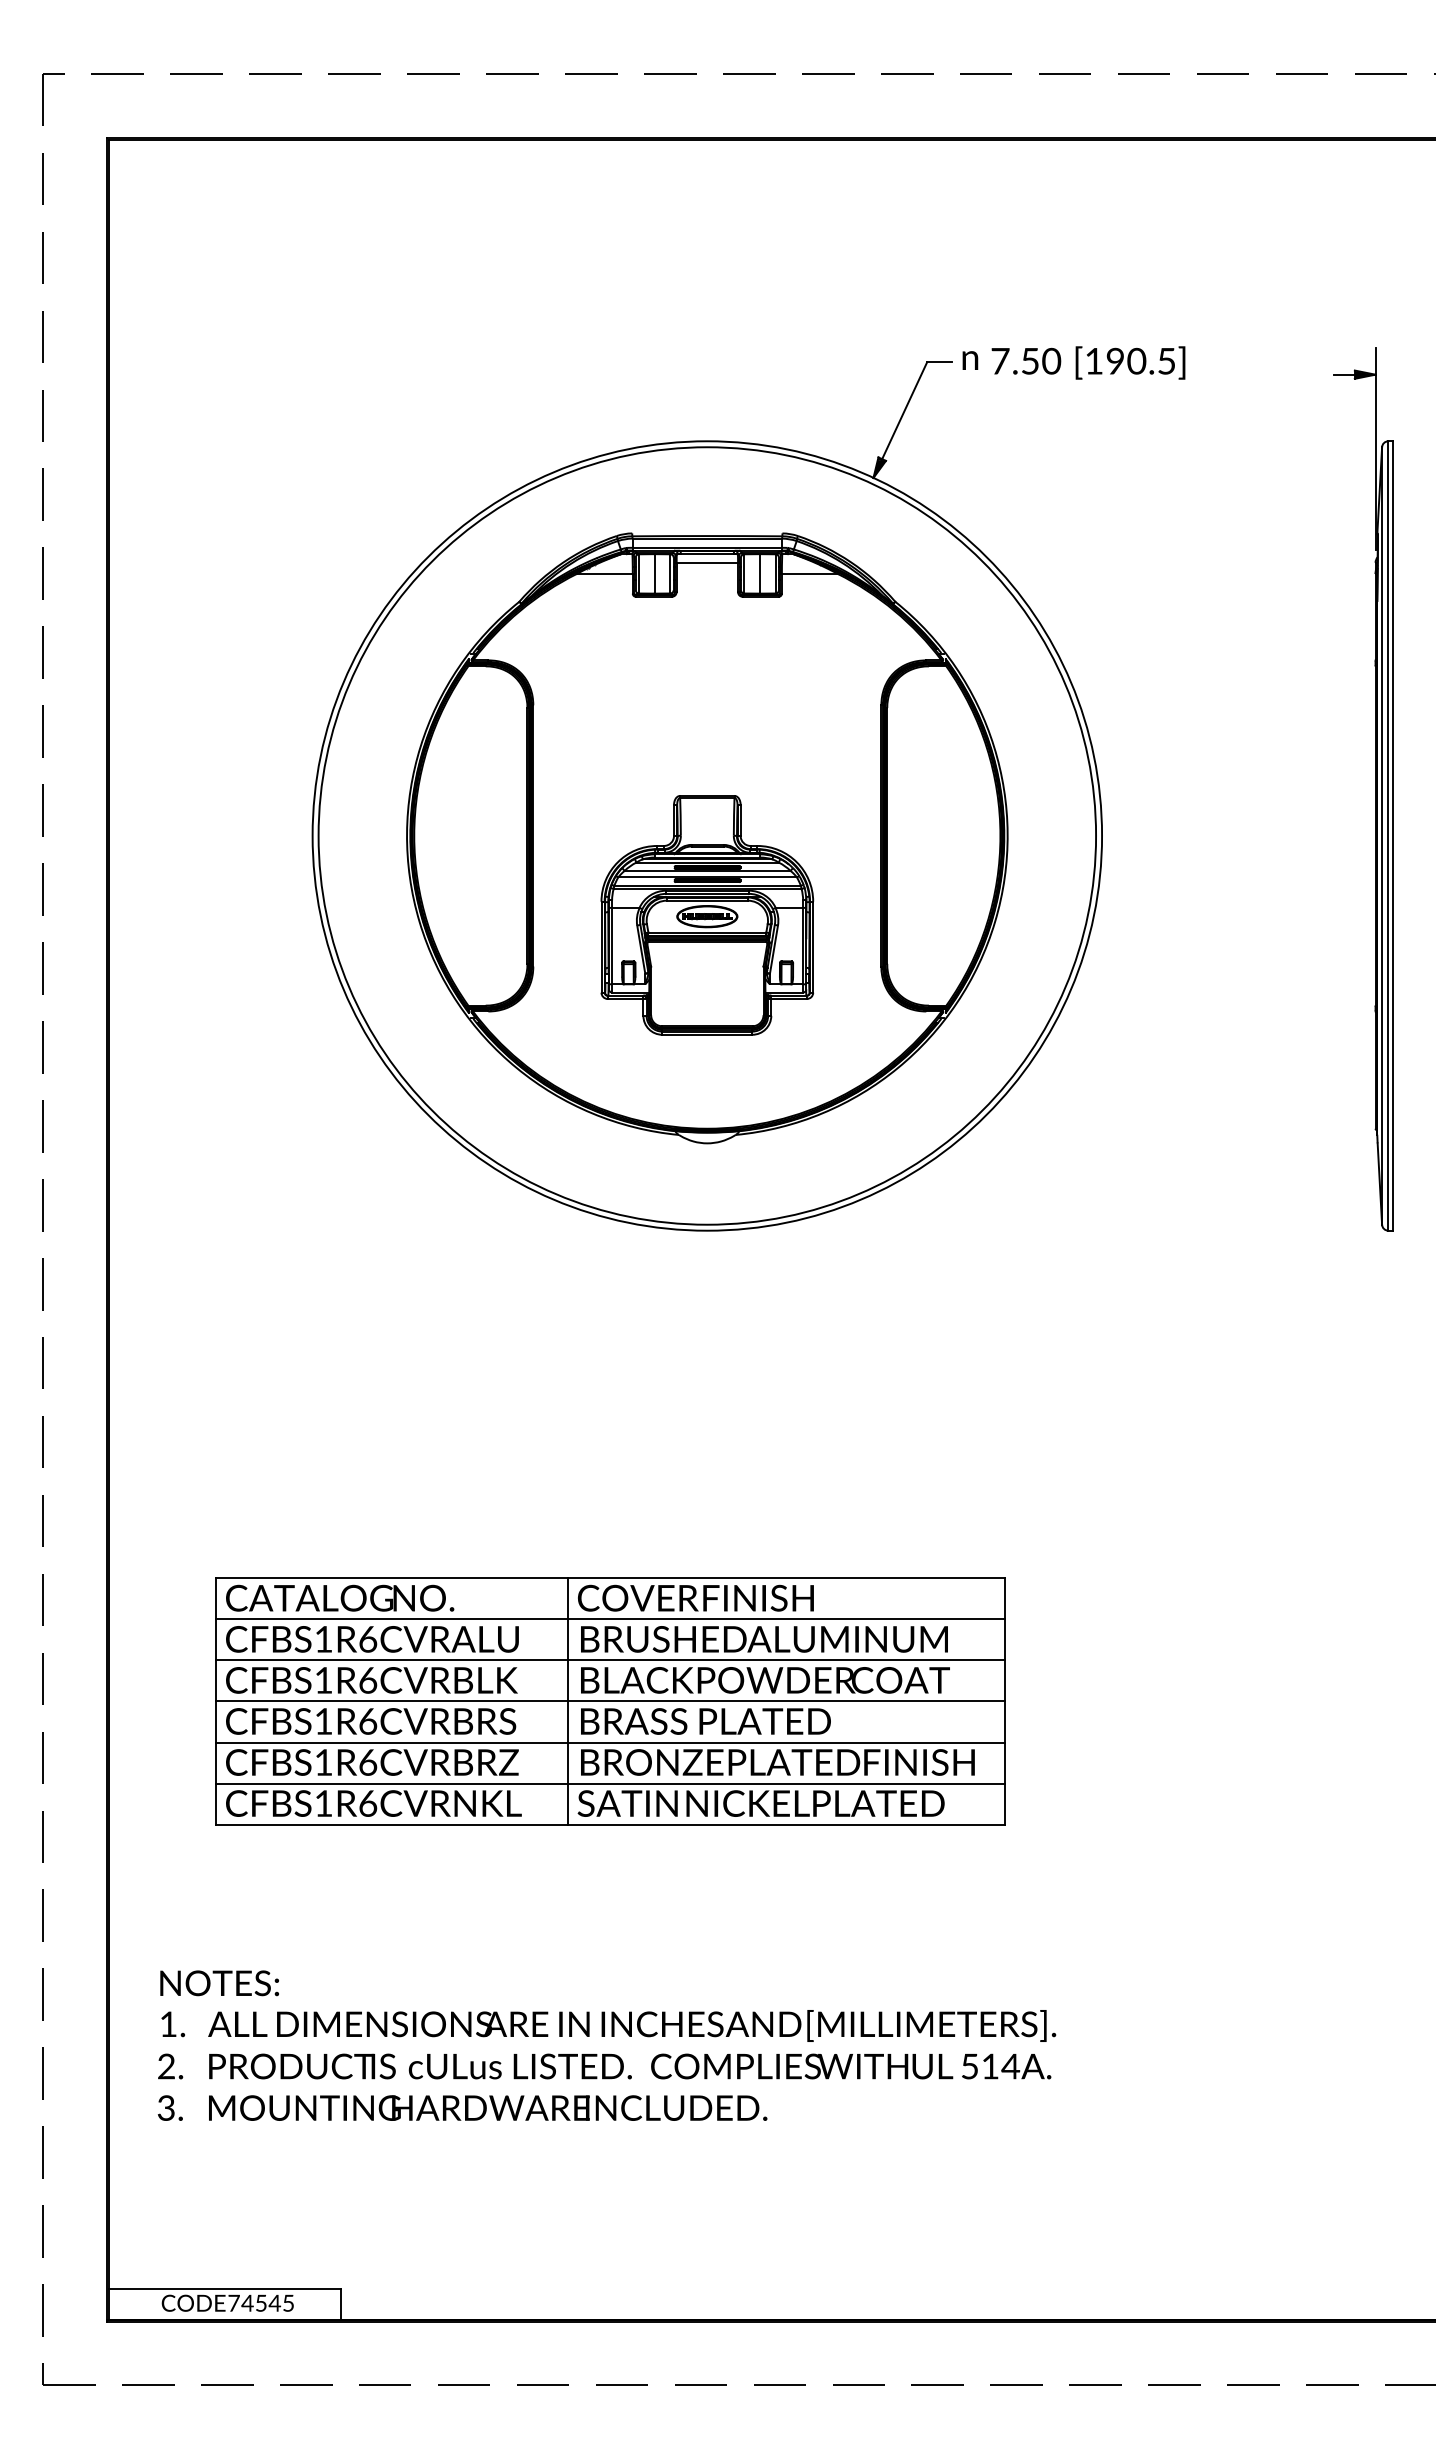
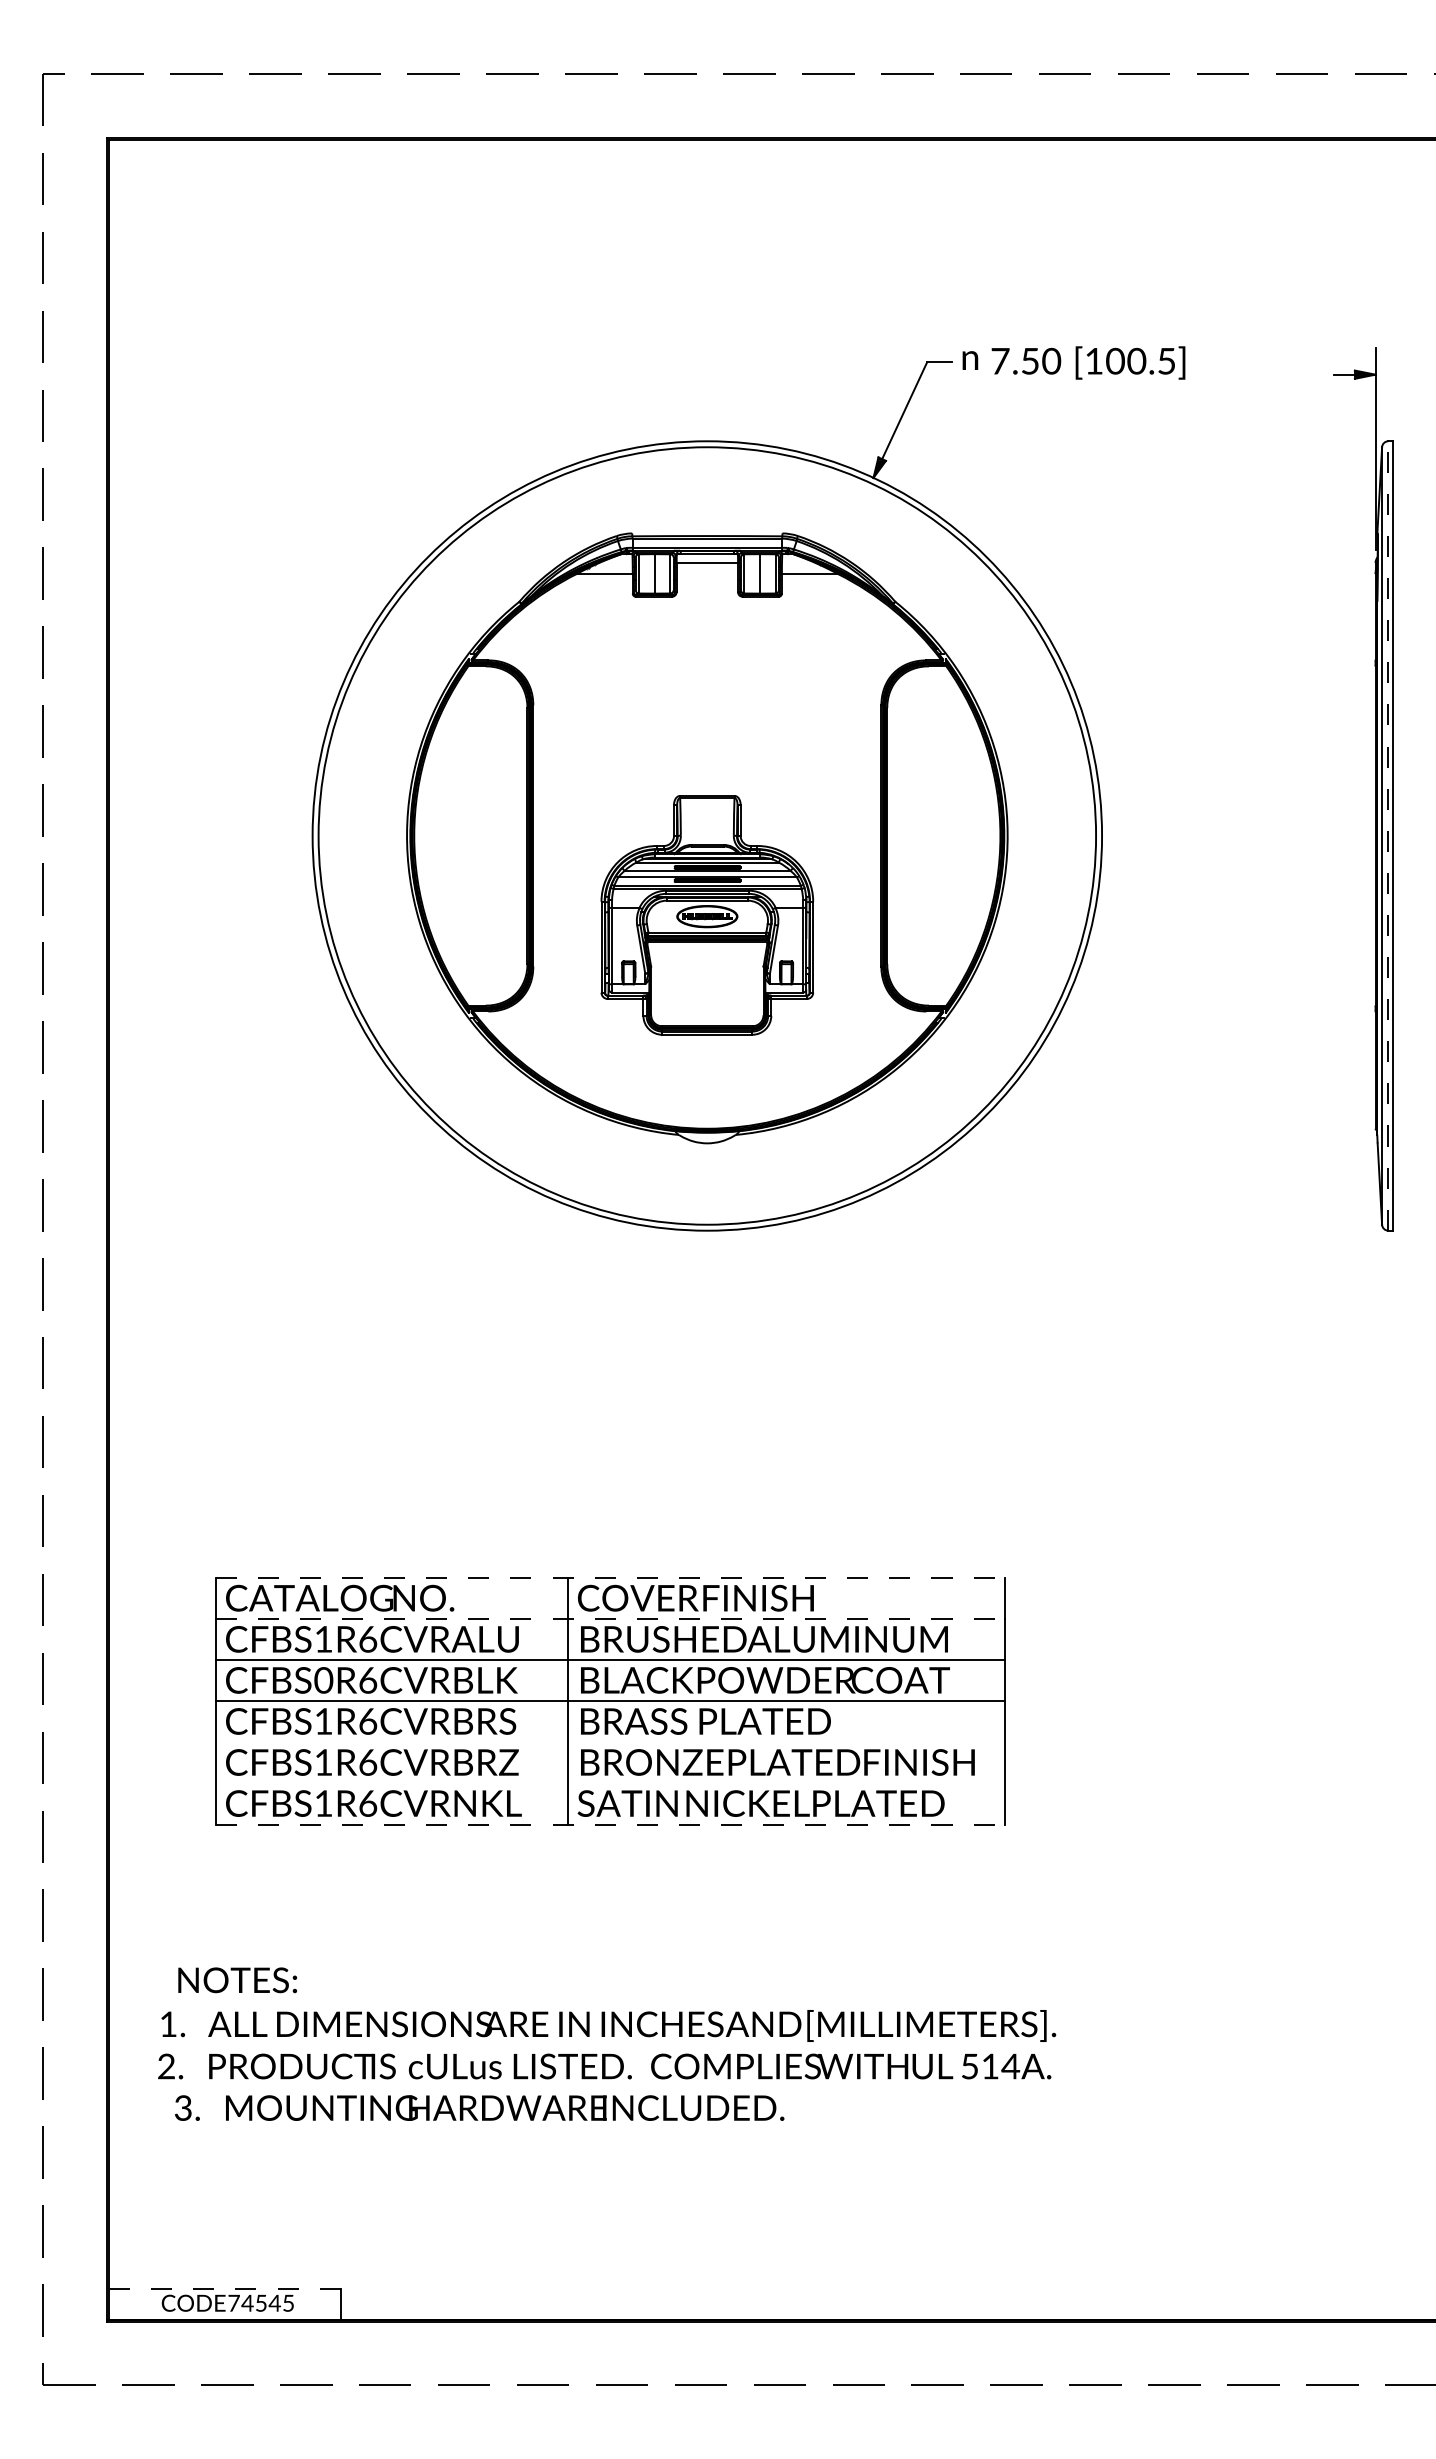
text at (1115, 361): [190.5] -> [100.5]
line at (1388, 836): solid -> dashed
line at (610, 1578): solid -> dashed
line at (610, 1619): solid -> dashed
text at (323, 1680): CFBS1R6CVRBLK -> CFBS0R6CVRBLK
line at (610, 1742): present -> none
line at (610, 1783): present -> none
line at (610, 1824): solid -> dashed
text at (219, 1983) position: (219, 1983) -> (237, 1980)
text at (462, 2107) position: (462, 2107) -> (479, 2107)
line at (224, 2288): solid -> dashed
